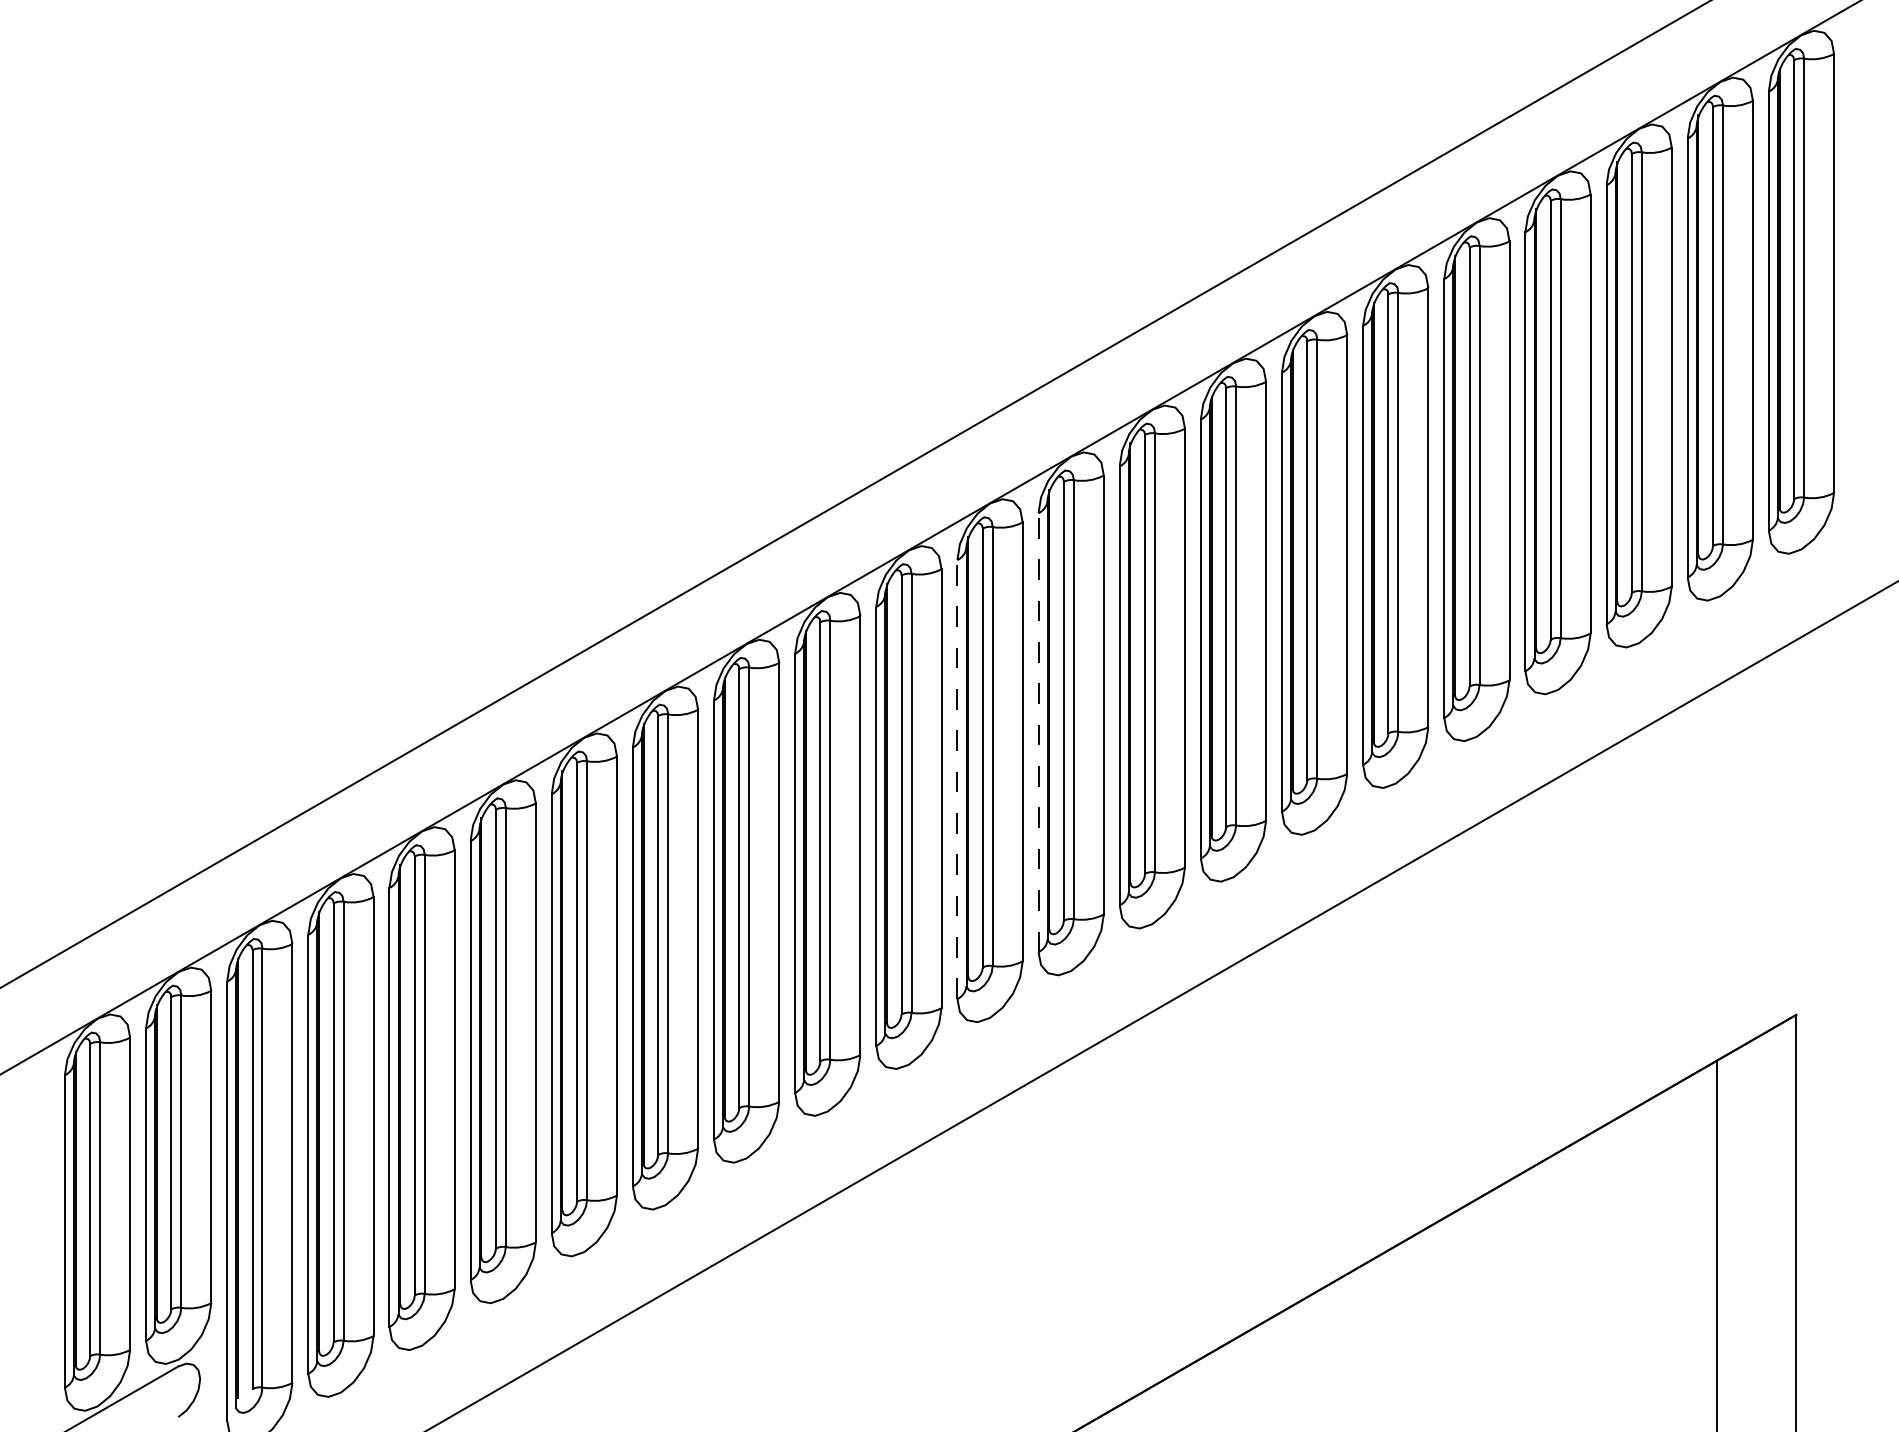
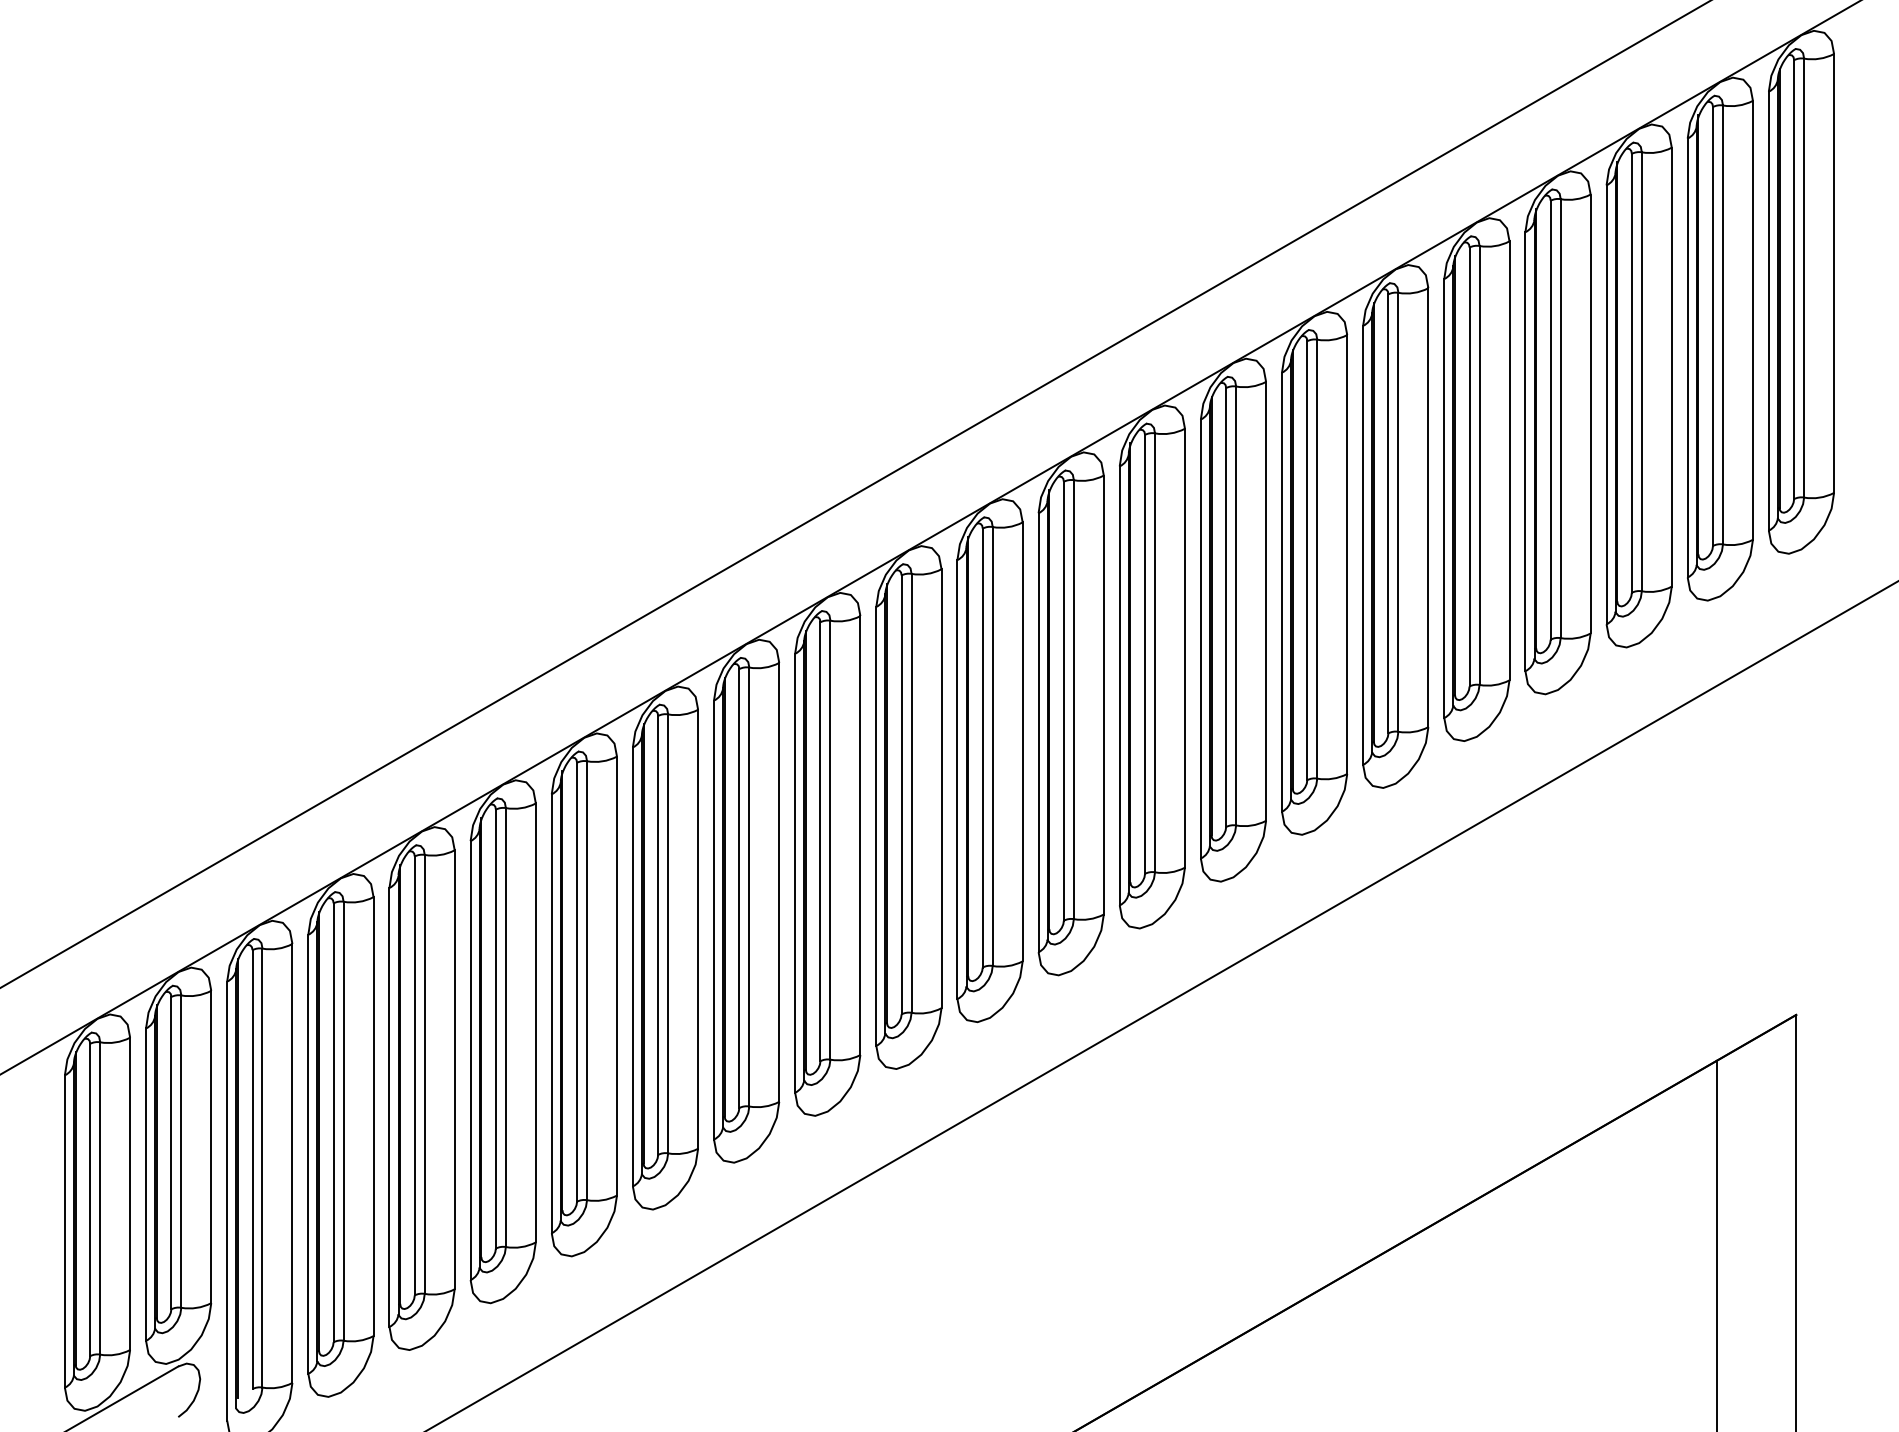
line at (1038, 732): dashed -> solid
line at (957, 779): dashed -> solid
